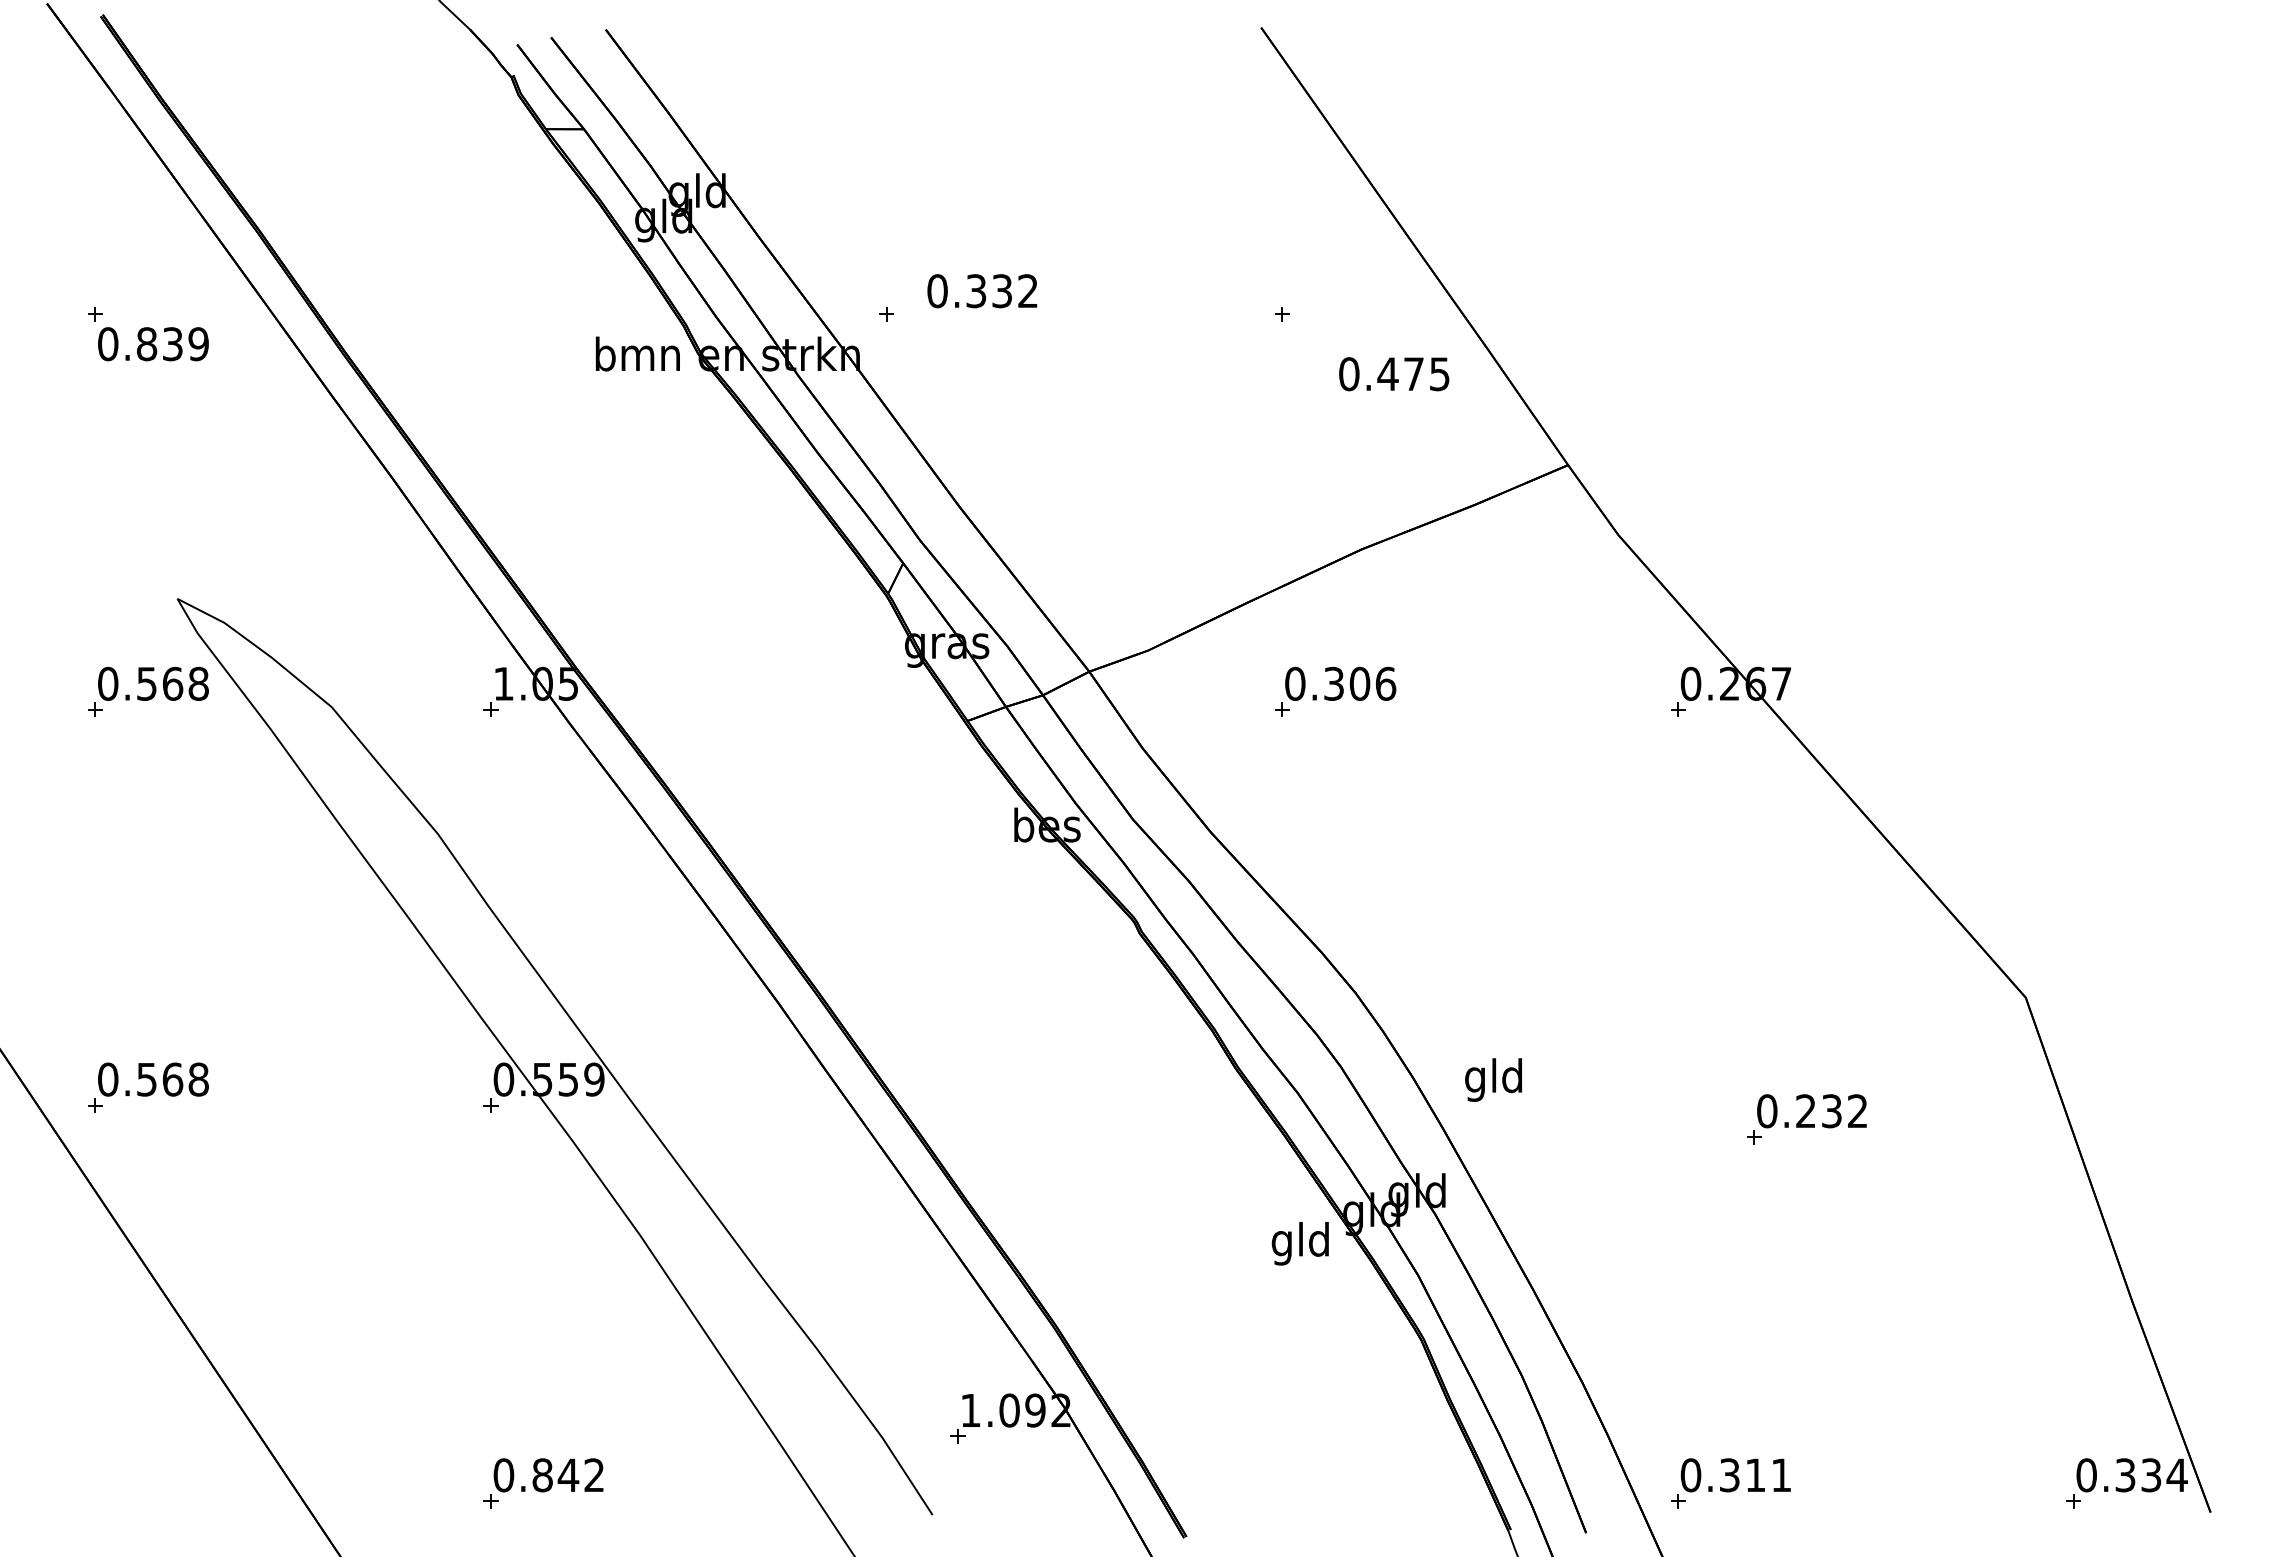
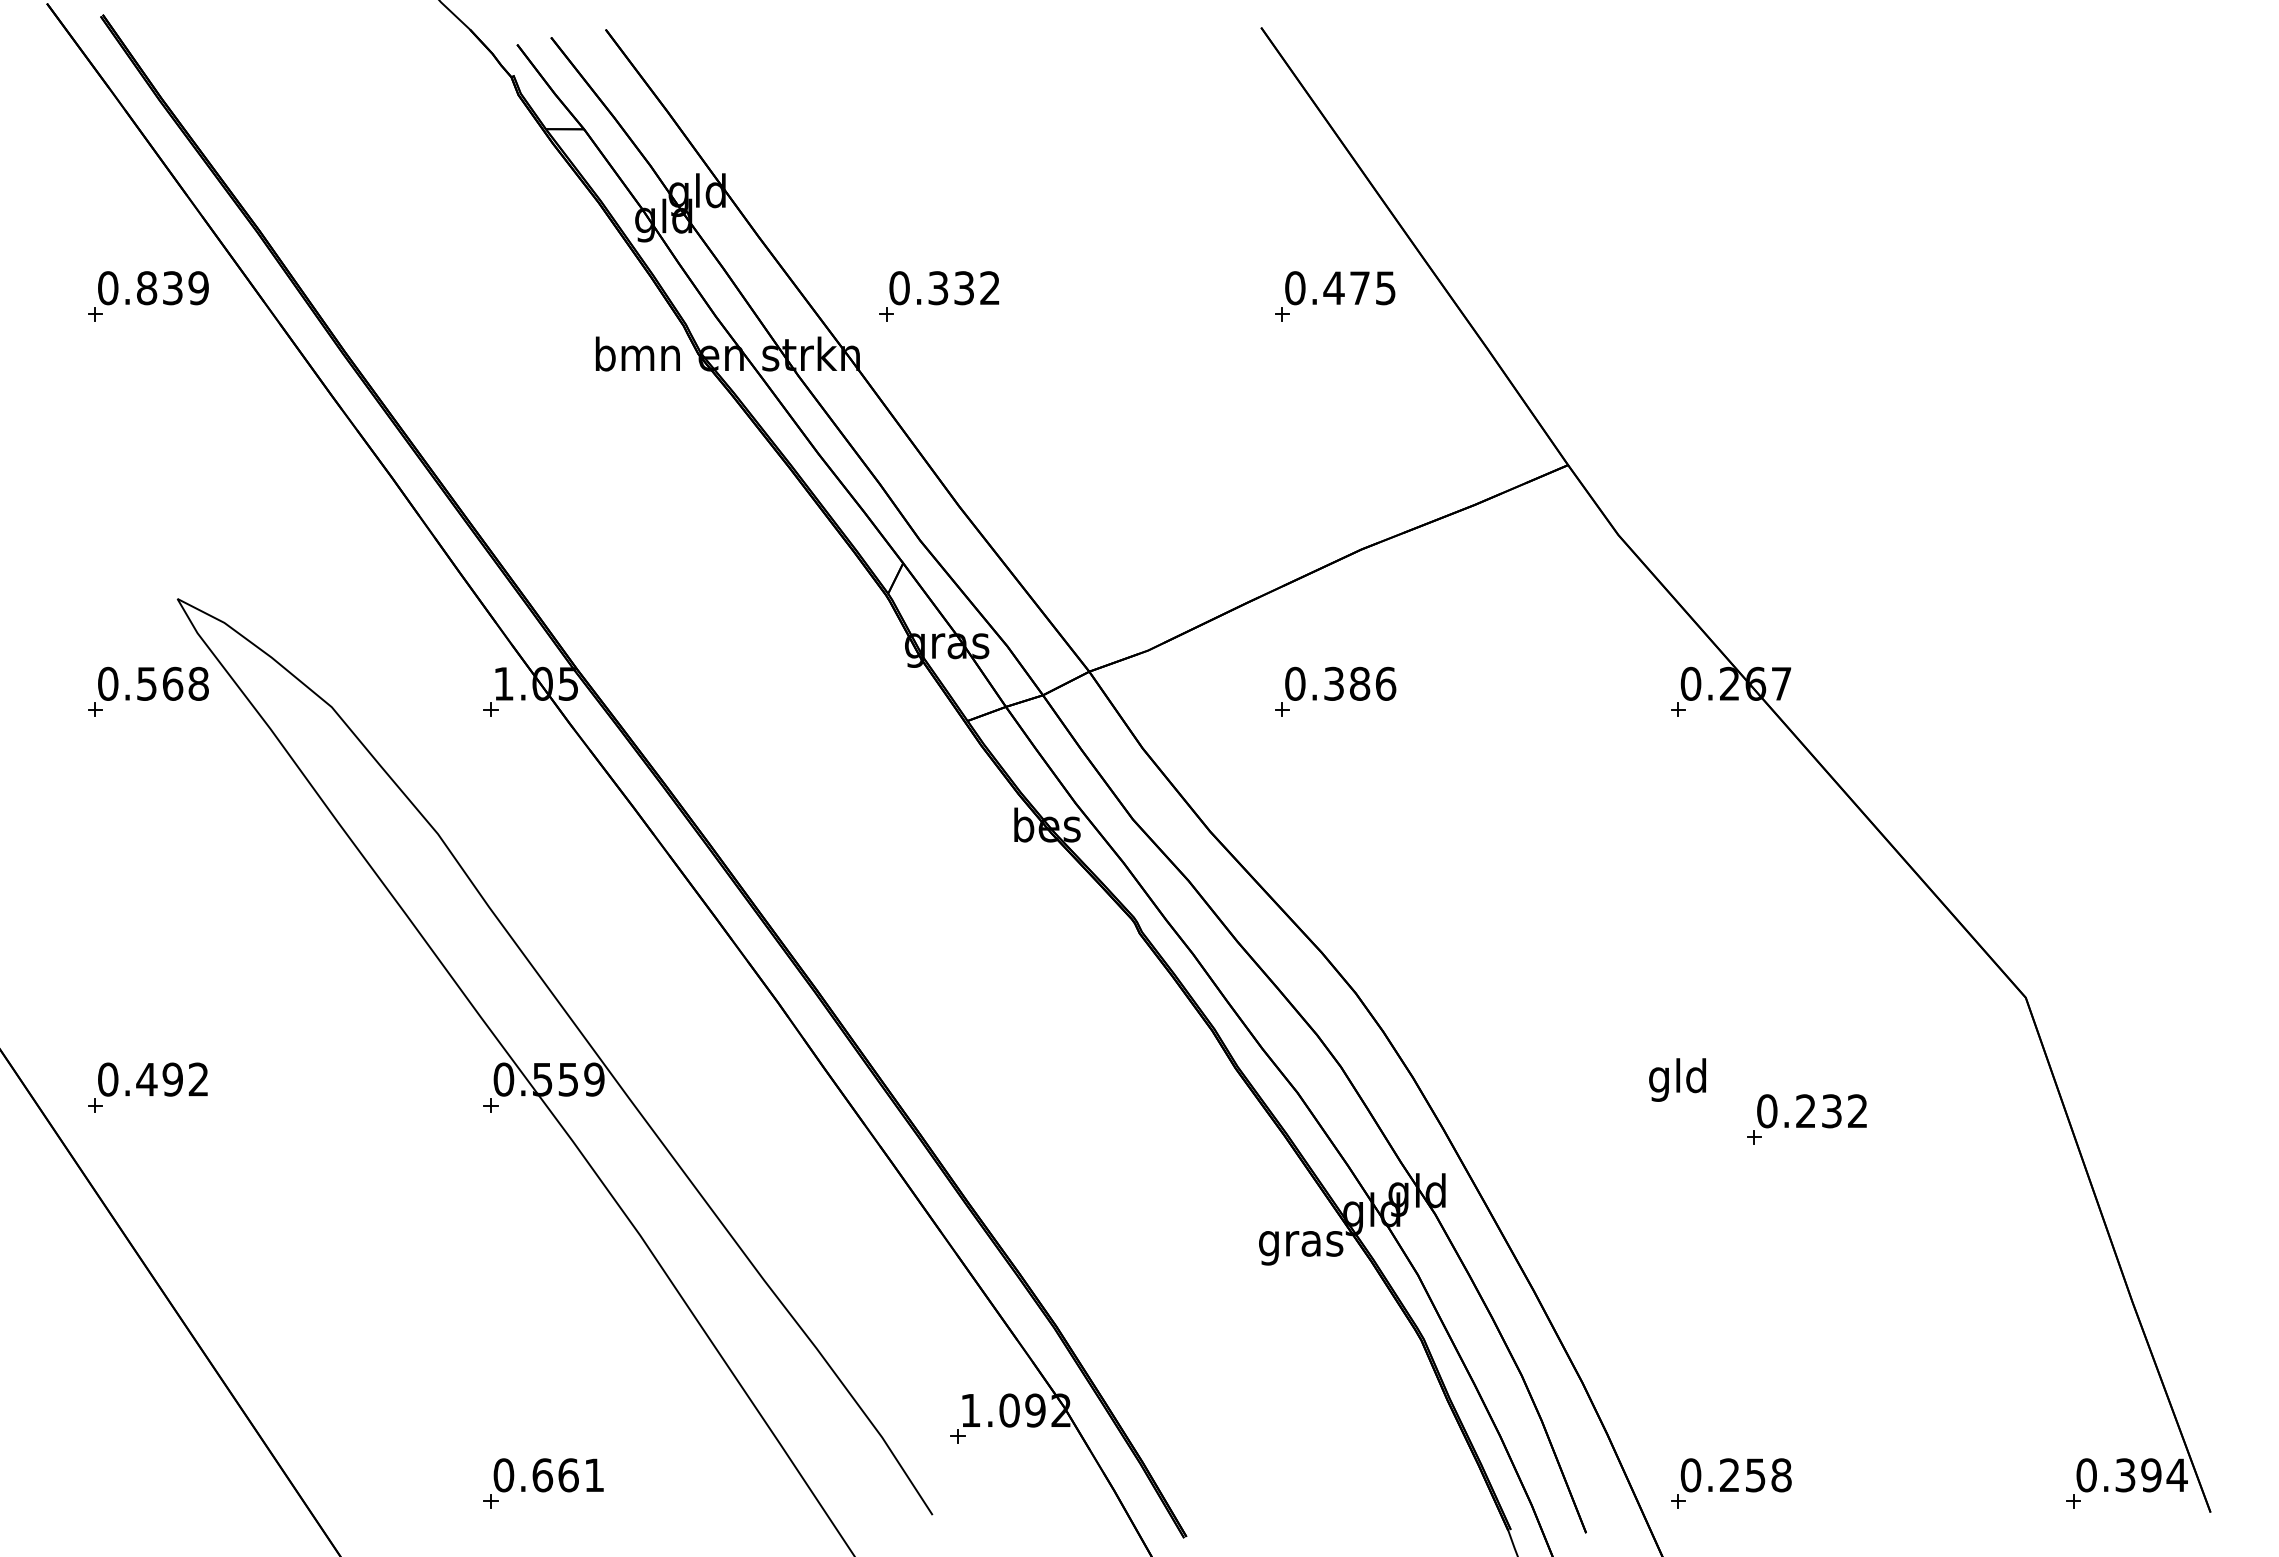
text at (982, 291) position: (982, 291) -> (944, 288)
text at (153, 344) position: (153, 344) -> (153, 288)
text at (1394, 374) position: (1394, 374) -> (1340, 288)
text at (1359, 683): 0.306 -> 0.386
text at (172, 1079): 0.568 -> 0.492
text at (1493, 1079) position: (1493, 1079) -> (1677, 1079)
text at (1301, 1243): gld -> gras
text at (567, 1475): 0.842 -> 0.661
text at (1755, 1475): 0.311 -> 0.258
text at (2151, 1475): 0.334 -> 0.394
